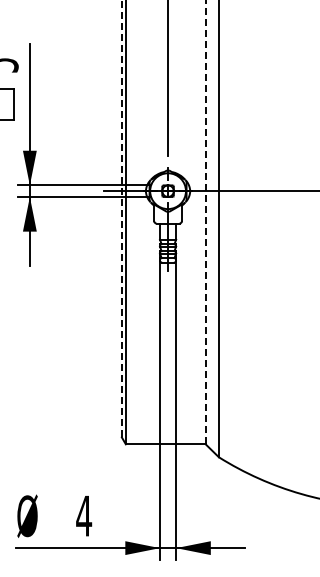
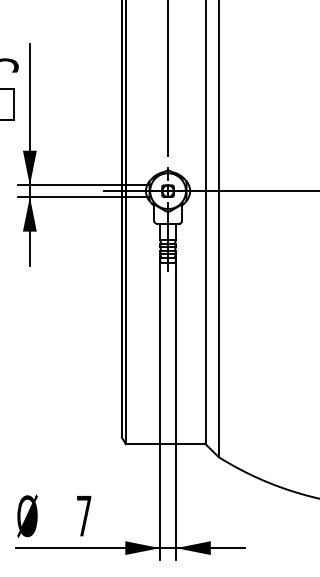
line at (121, 218): dashed -> solid
line at (205, 222): dashed -> solid
text at (84, 515): 4 -> 7
